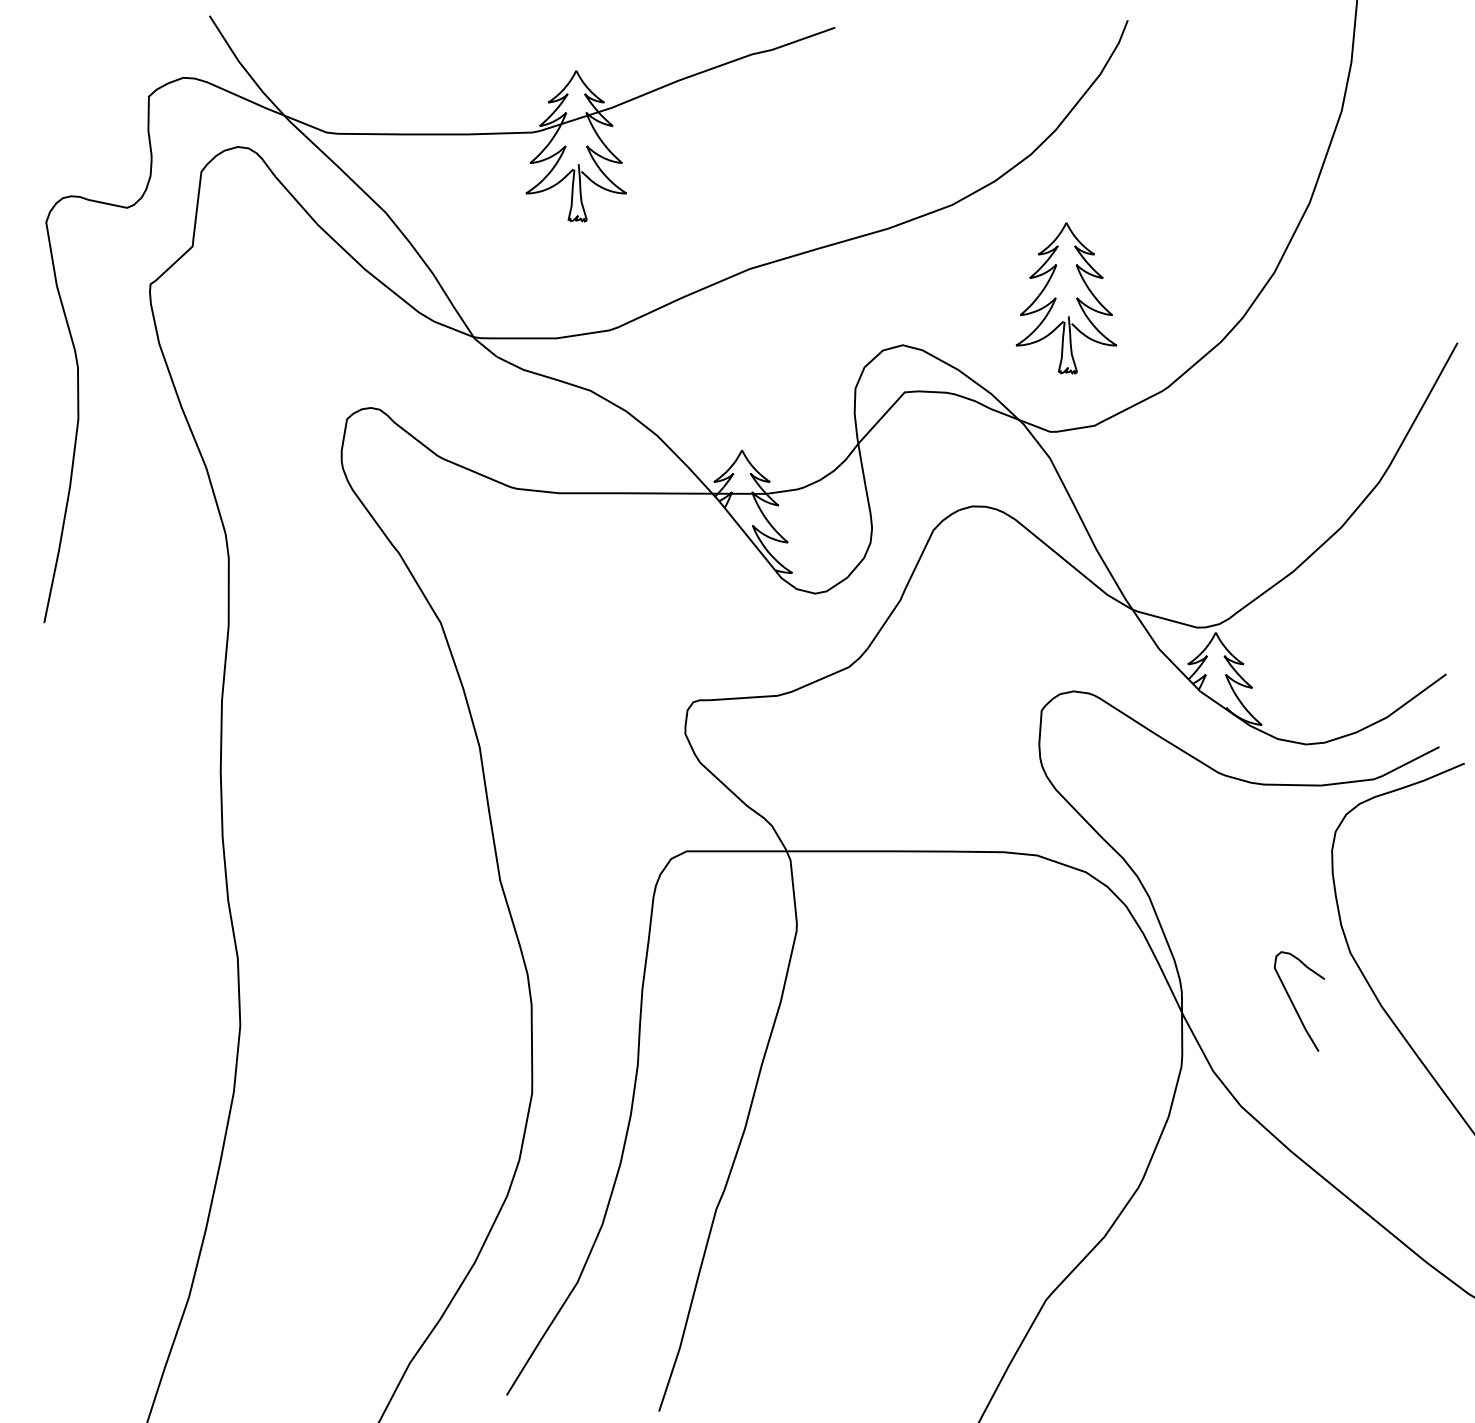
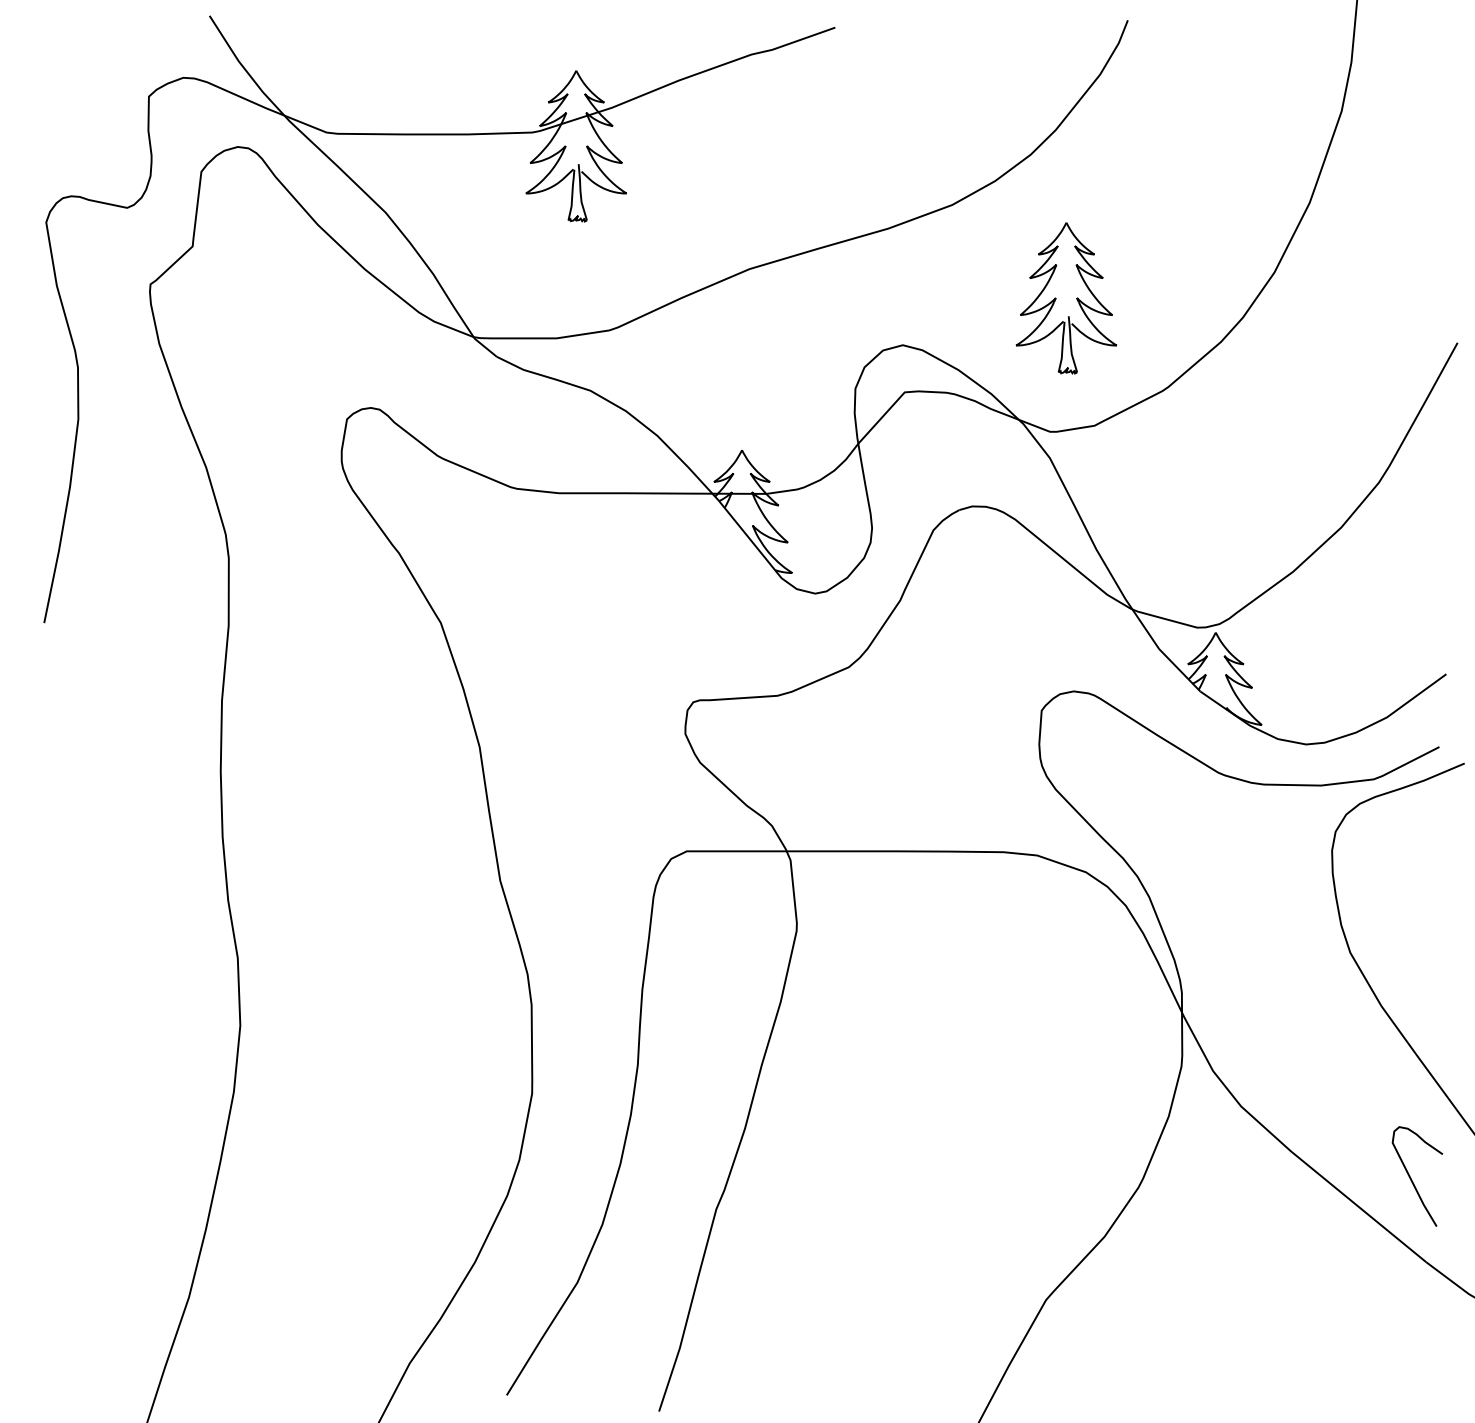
curve at (1294, 1004) position: (1294, 1004) -> (1412, 1179)
